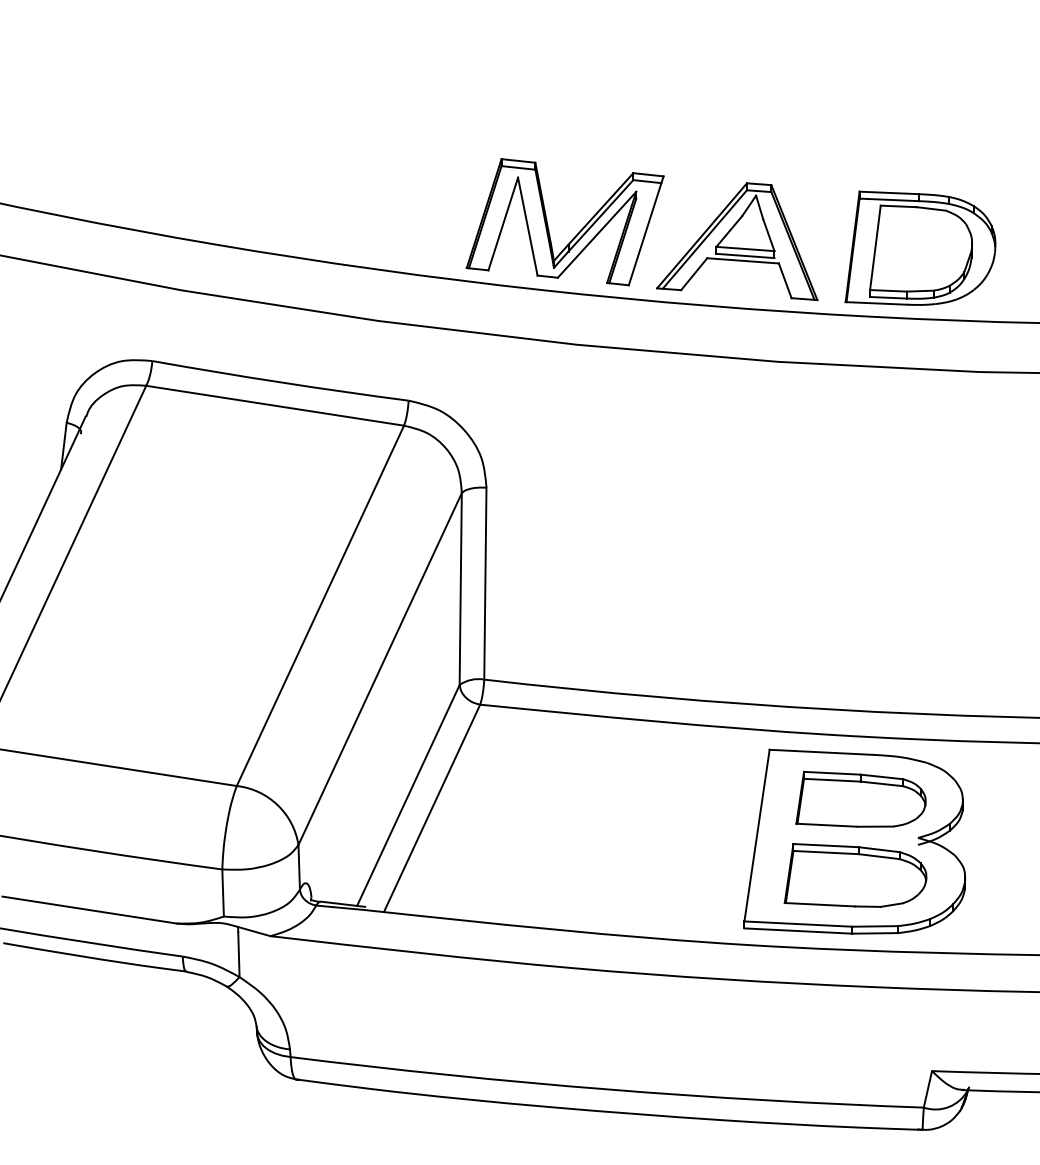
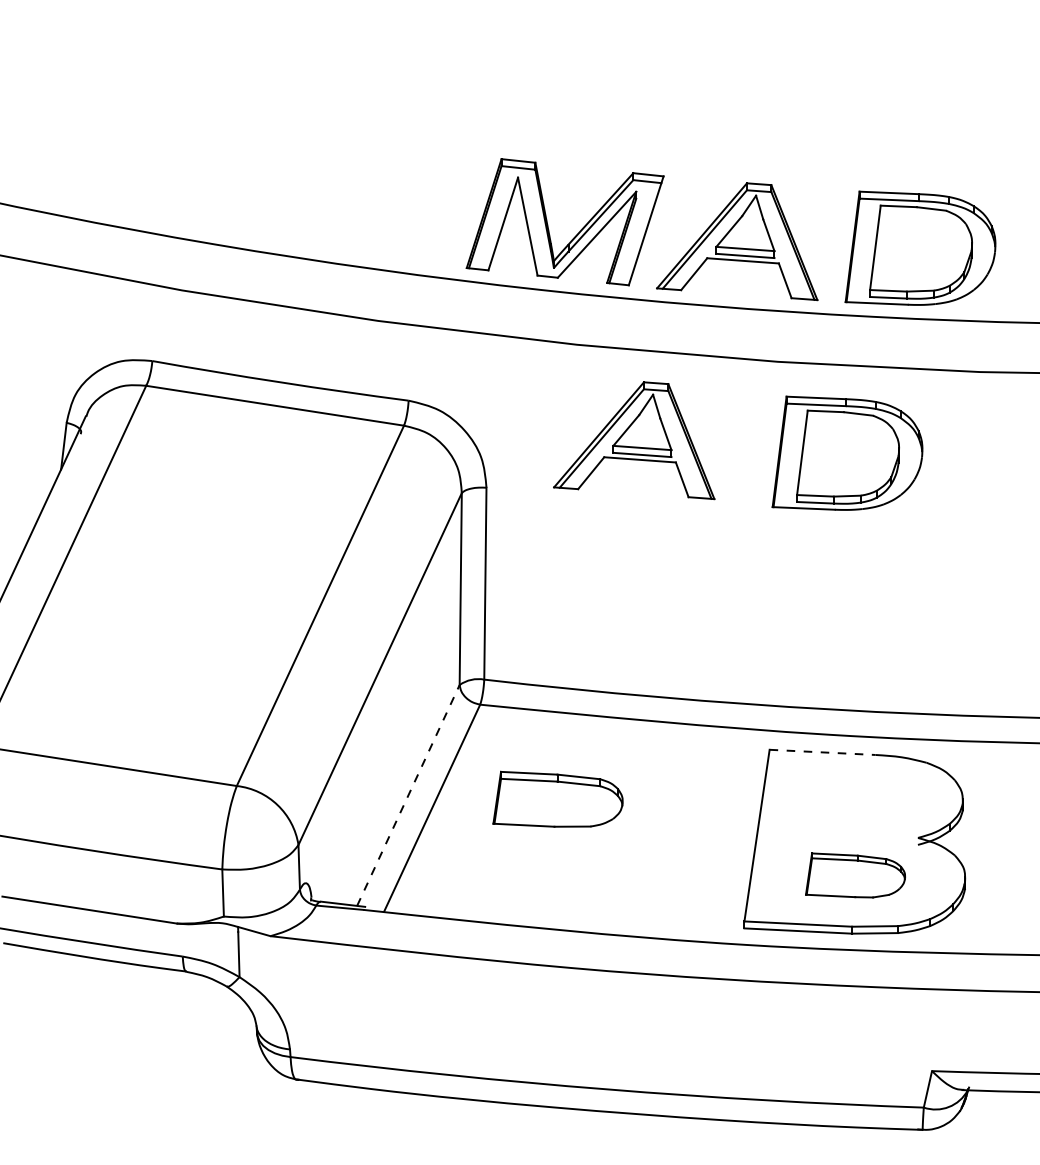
part at (634, 440): none -> present
part at (847, 452): none -> present
line at (823, 752): solid -> dashed
line at (408, 795): solid -> dashed
part at (860, 798) position: (860, 798) -> (557, 798)
part at (855, 875) size: 145x65 px -> 101x47 px
